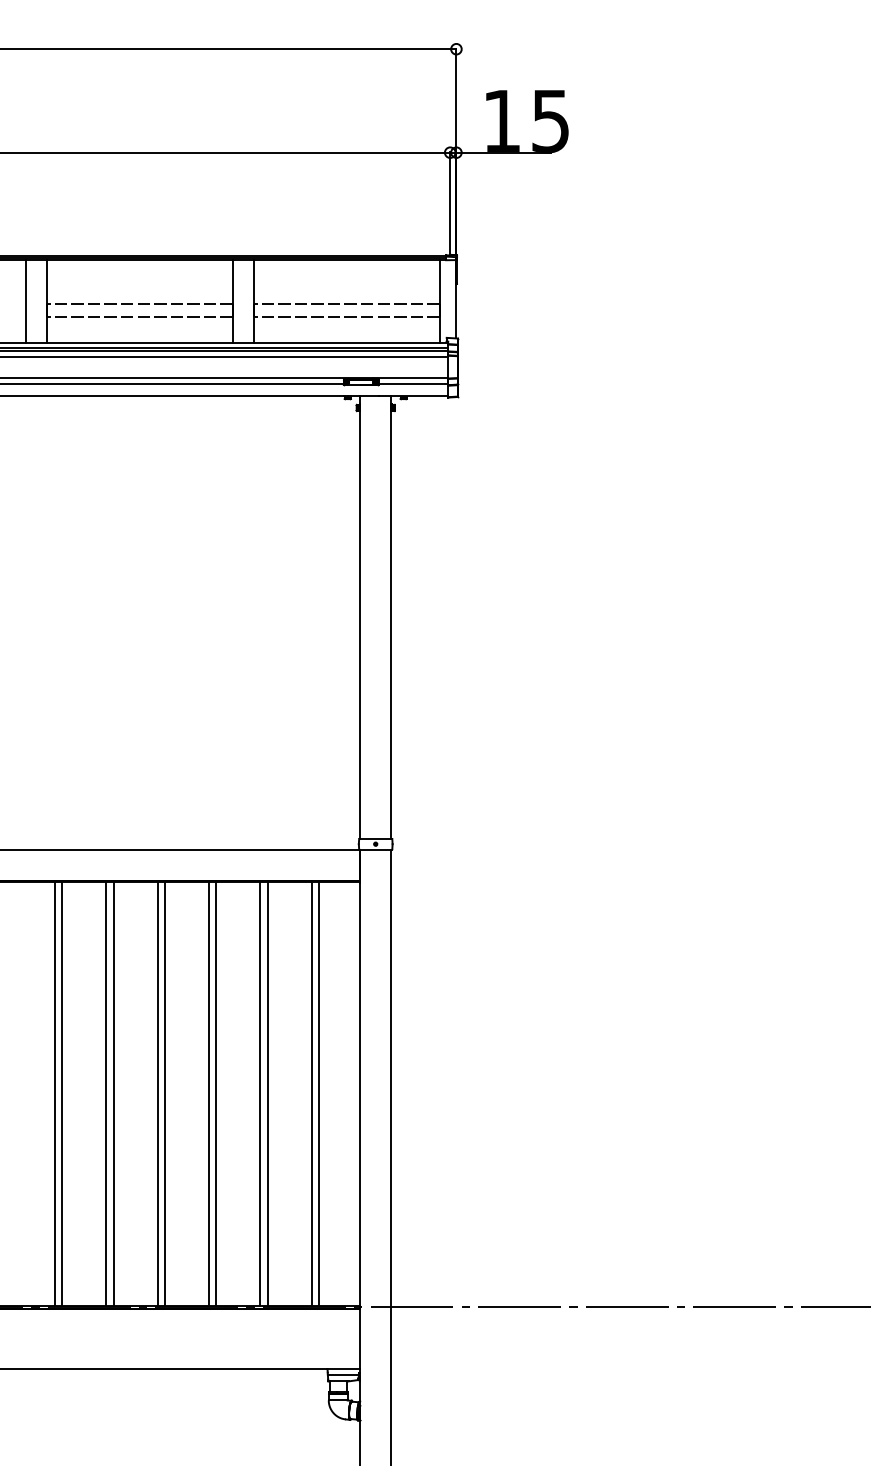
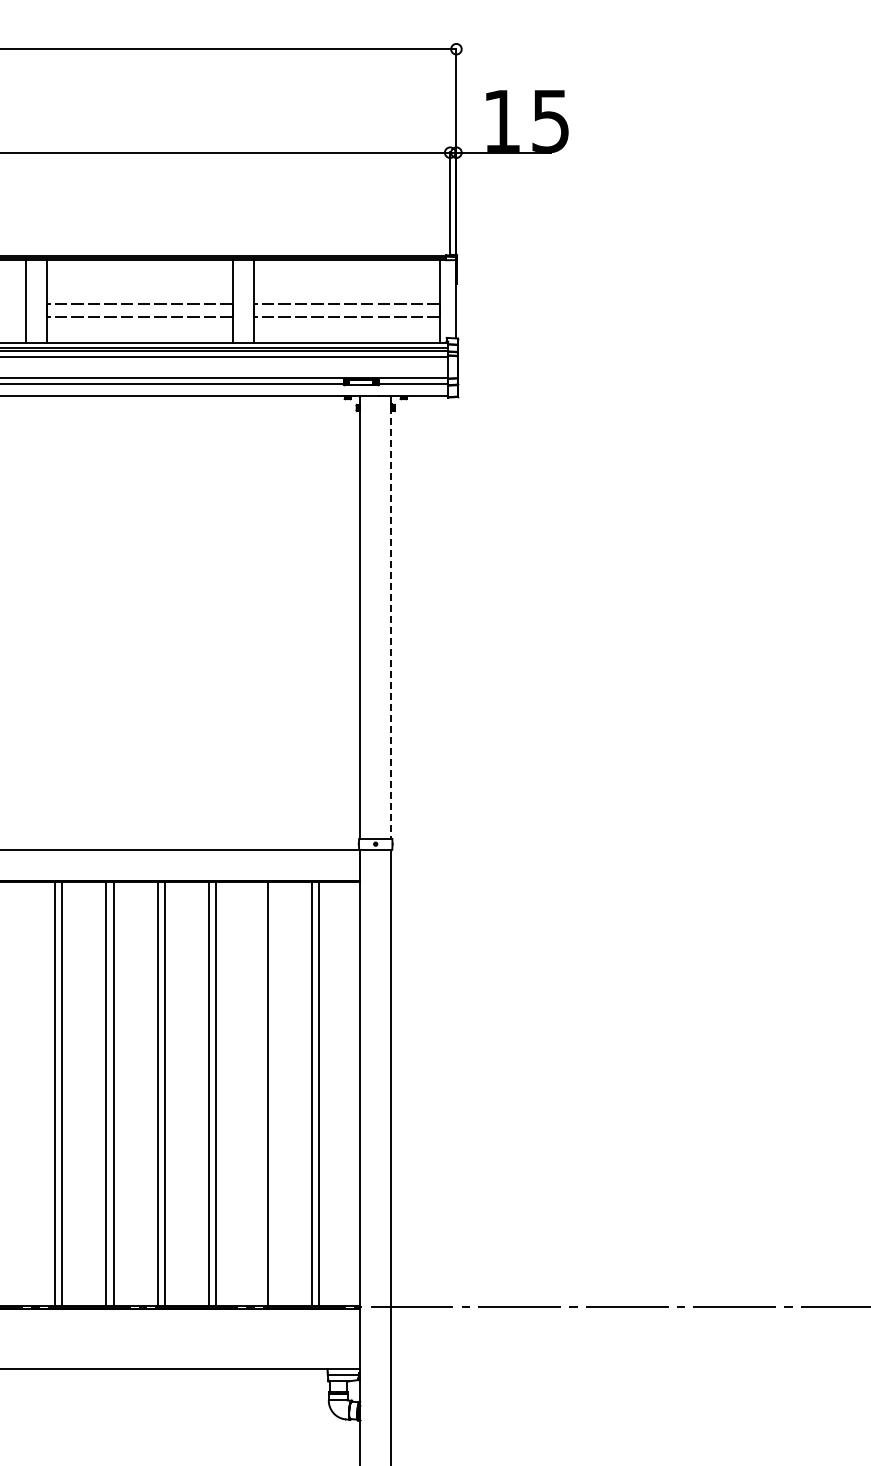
line at (391, 618): solid -> dashed
line at (260, 1093): present -> none
